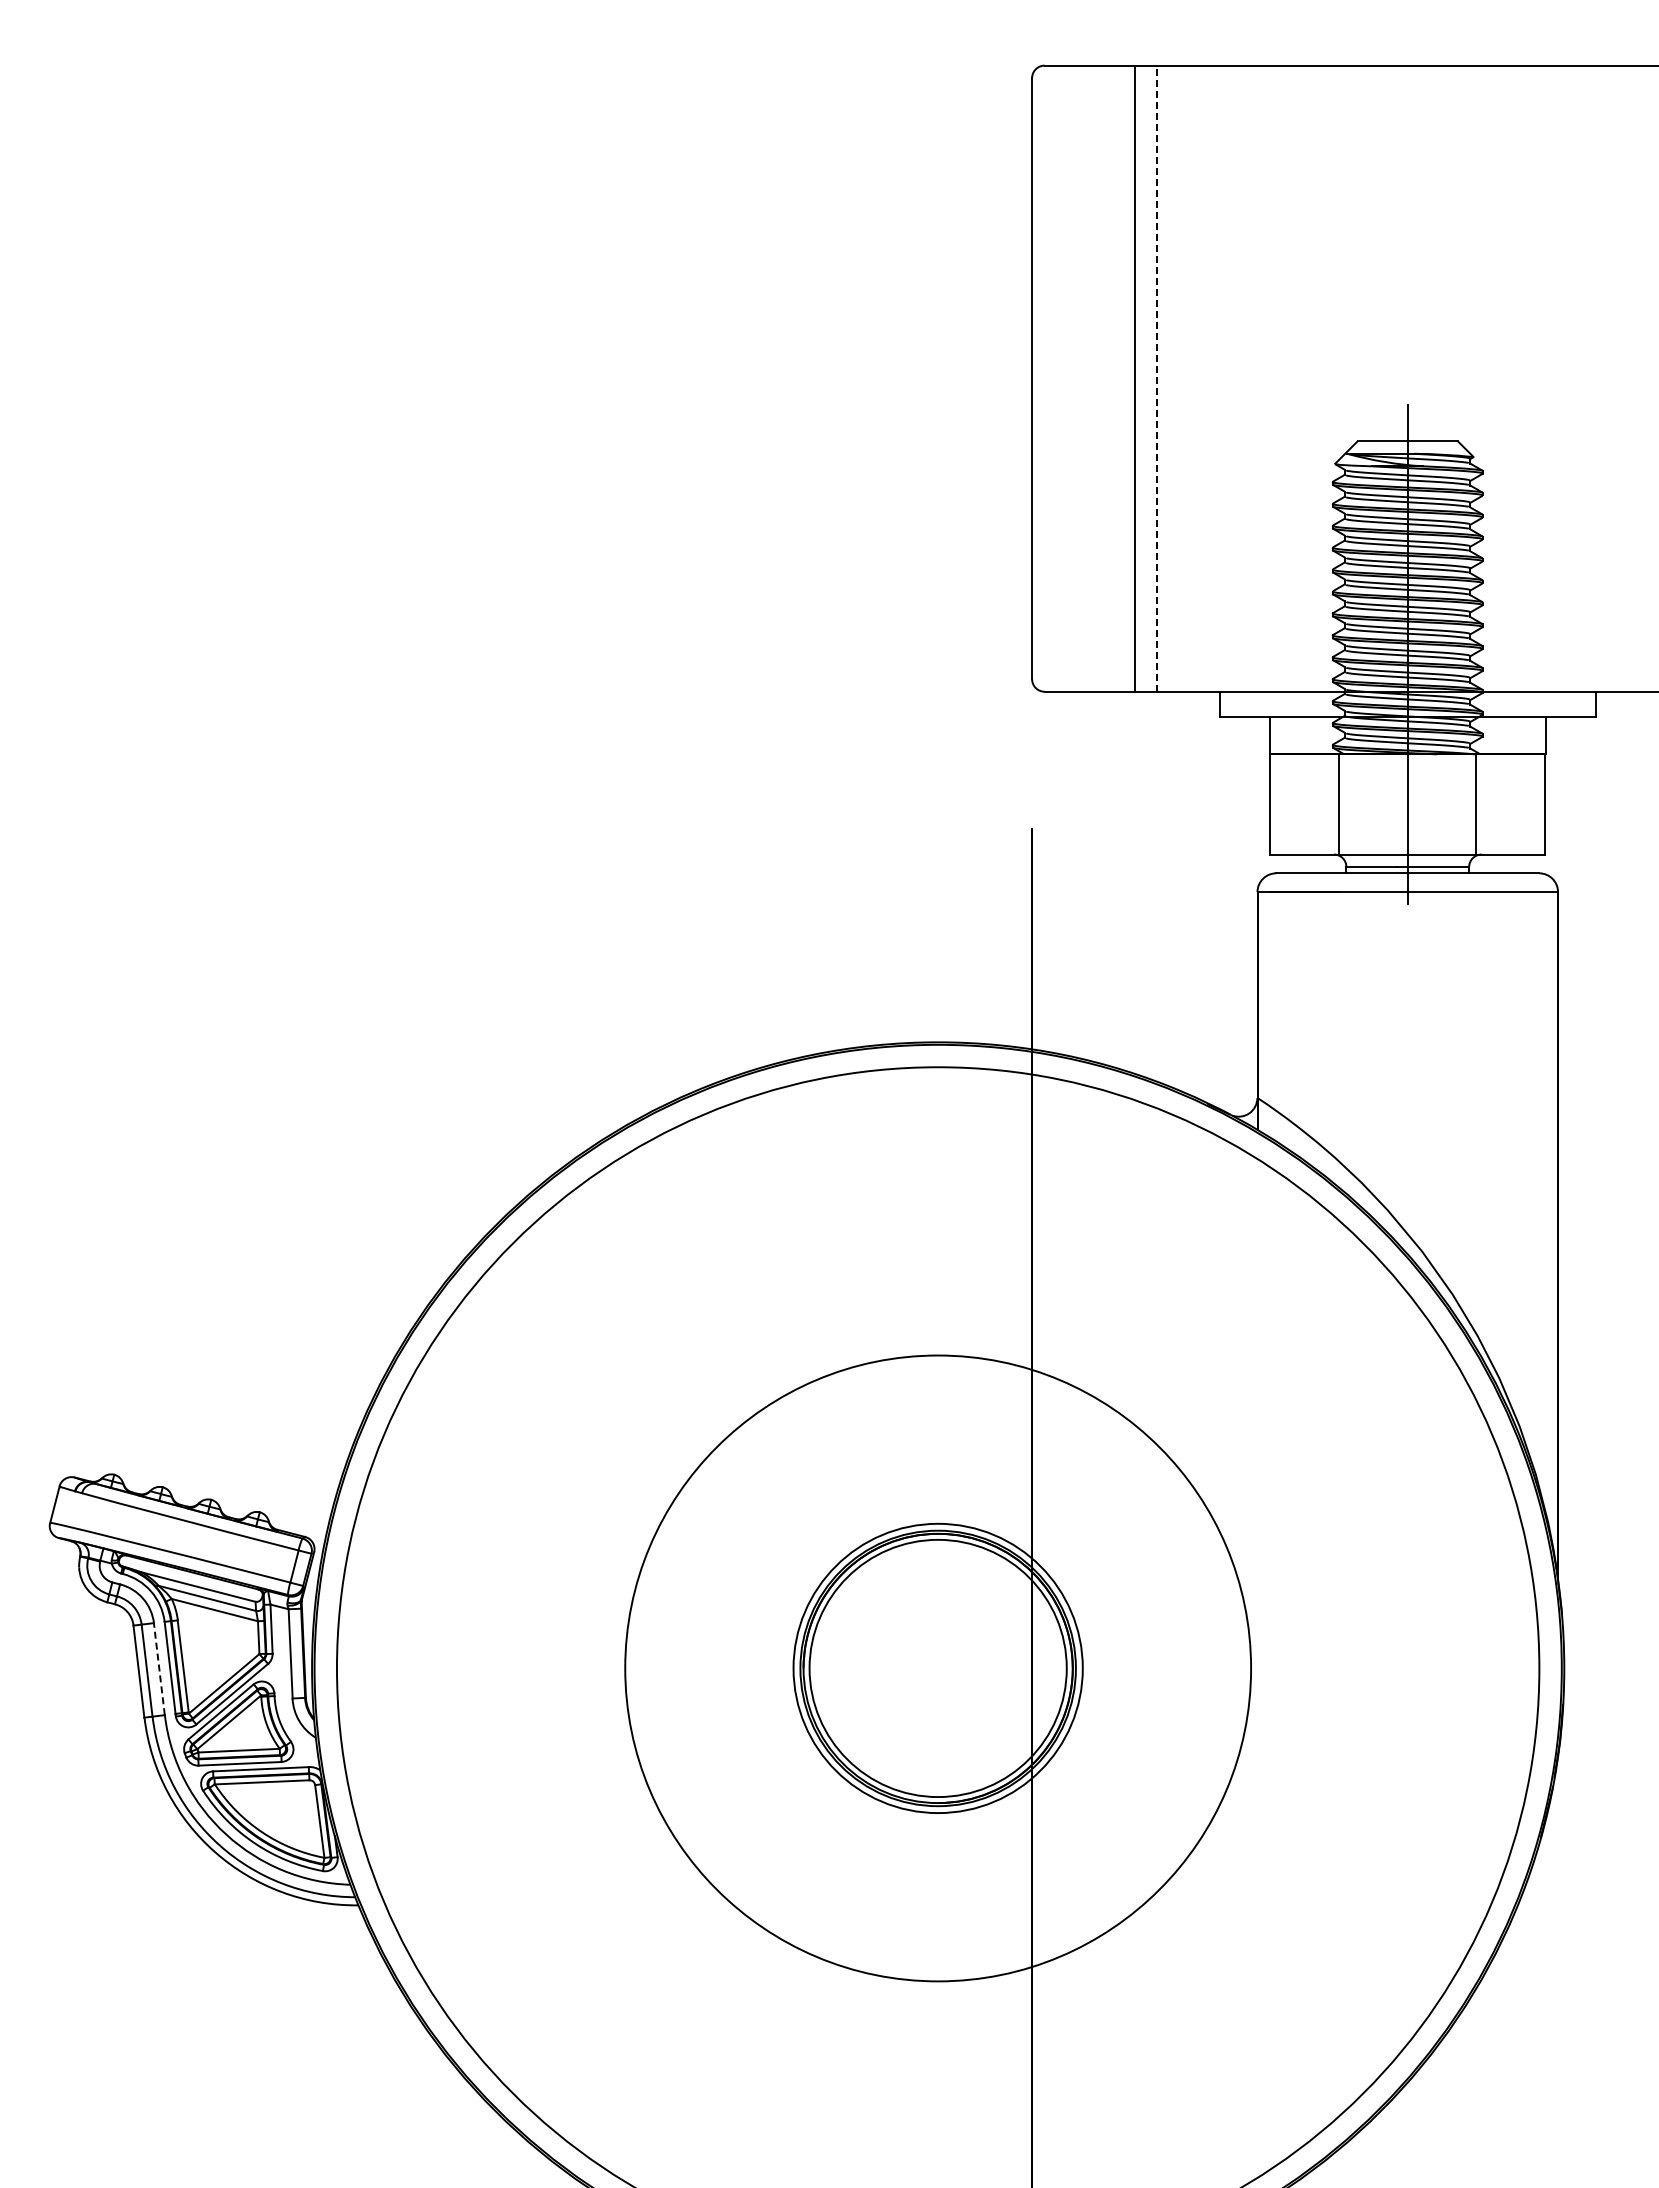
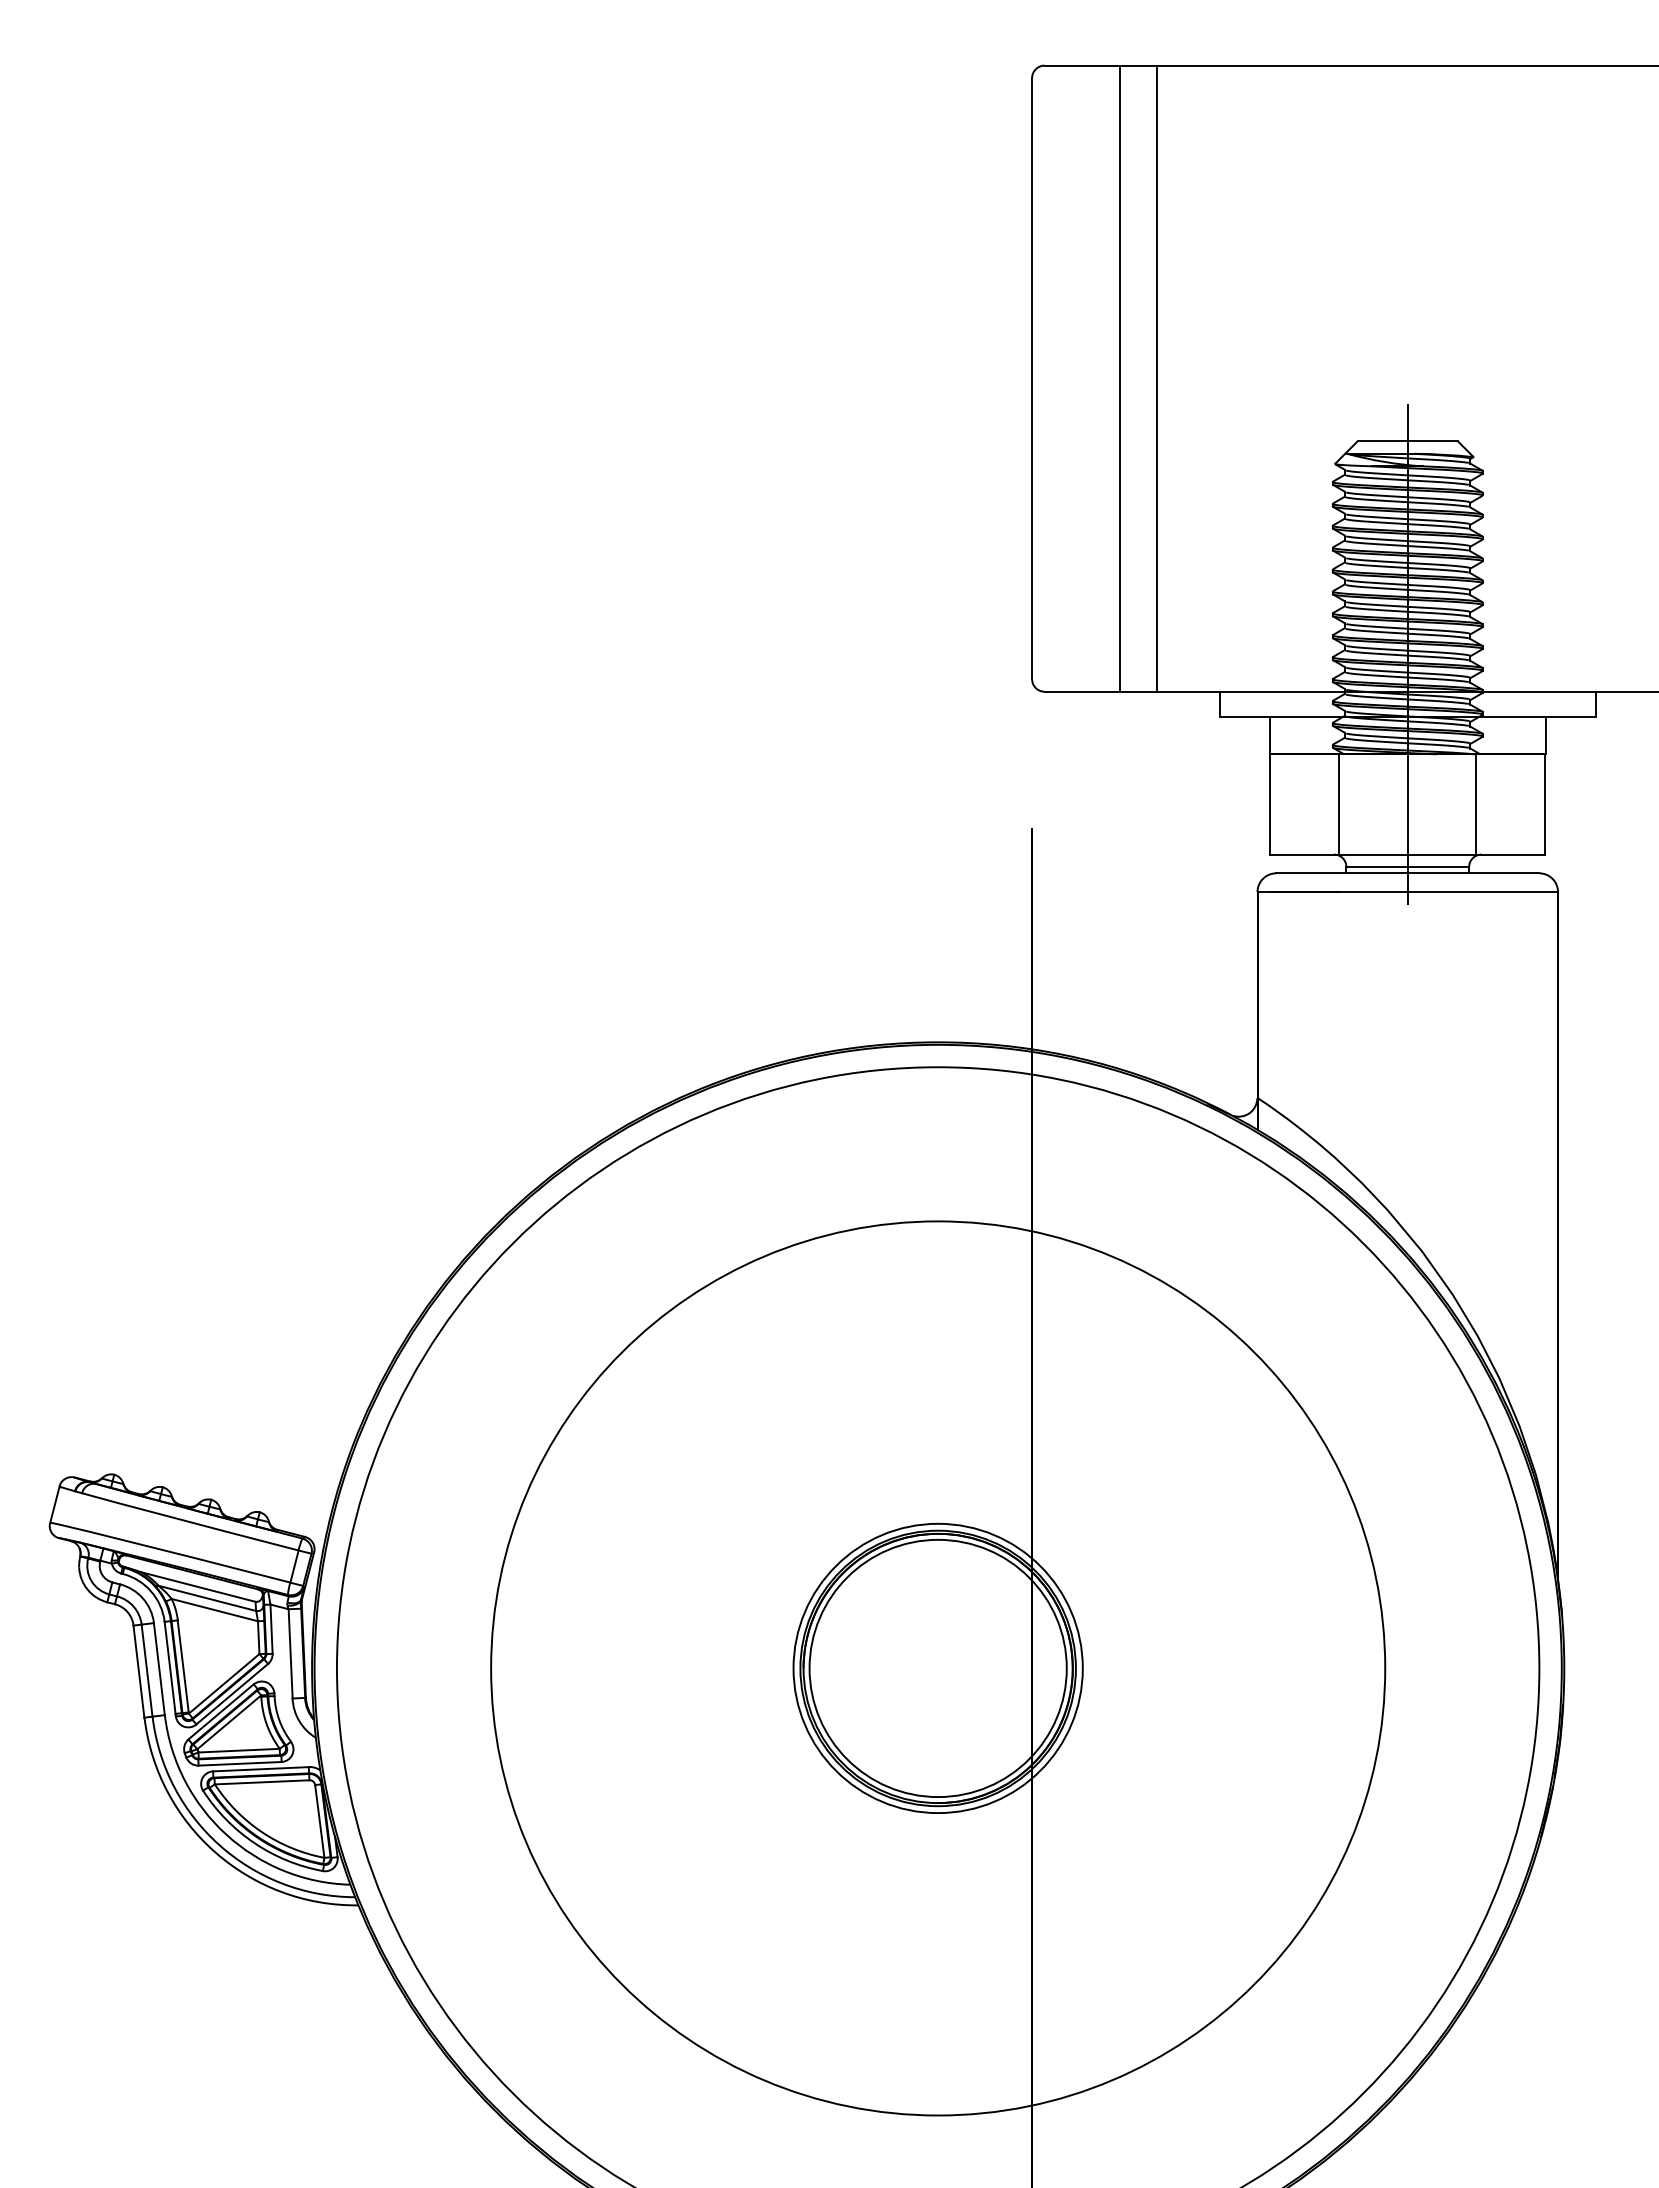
line at (1134, 378) position: (1134, 378) -> (1119, 378)
line at (1157, 378): dashed -> solid
line at (159, 1668): dashed -> solid
circle at (938, 1668) diameter: 626 px -> 894 px
